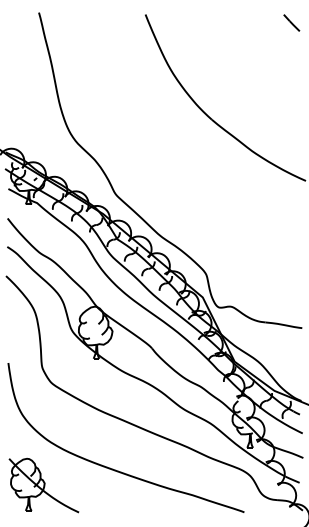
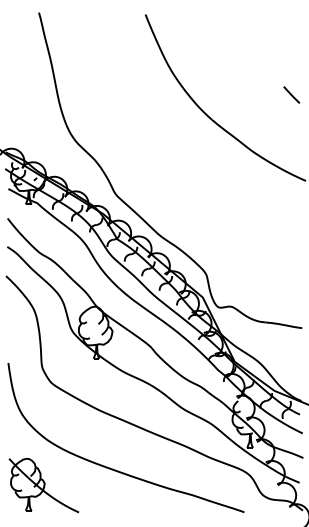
line at (291, 22) position: (291, 22) -> (291, 94)
